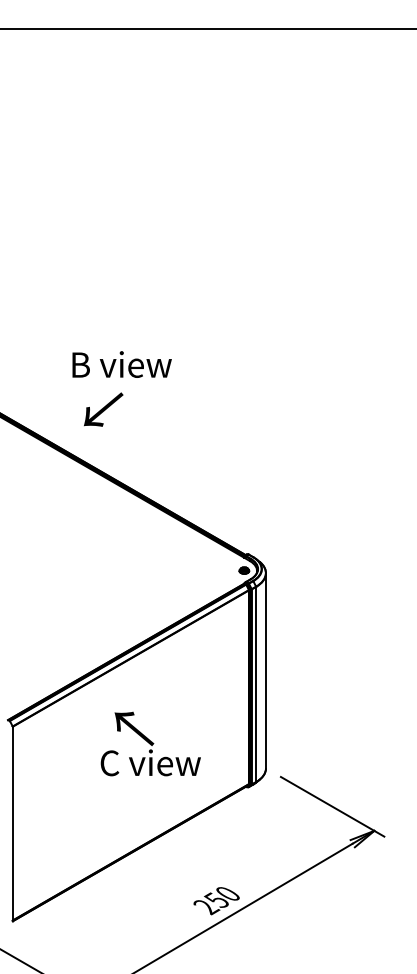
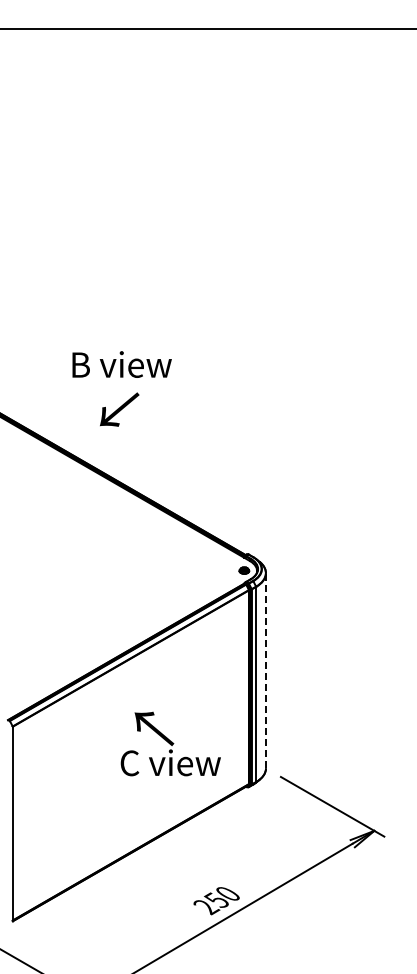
text at (103, 409) position: (103, 409) -> (119, 409)
line at (265, 670): solid -> dashed
text at (150, 743) position: (150, 743) -> (170, 743)
